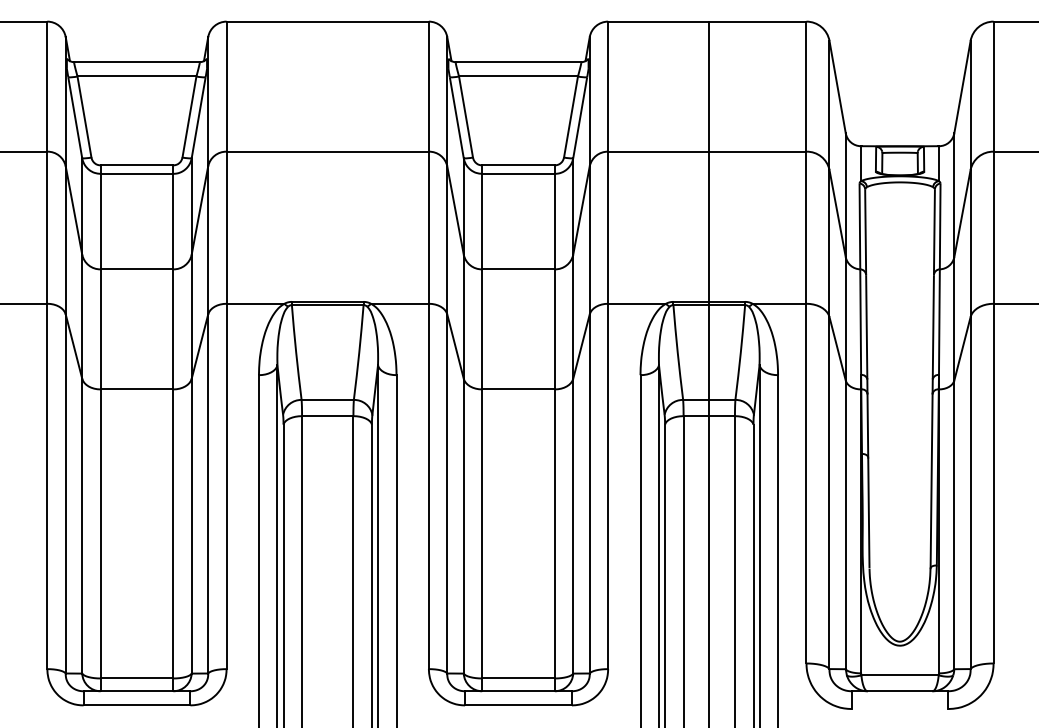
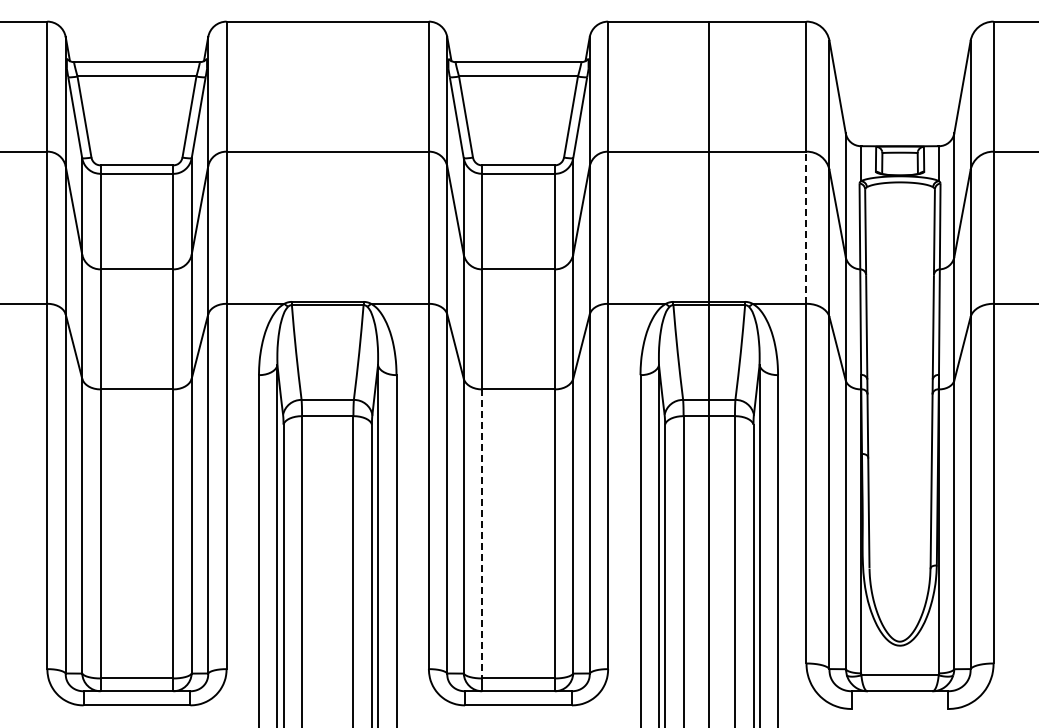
line at (806, 227): solid -> dashed
line at (482, 533): solid -> dashed
